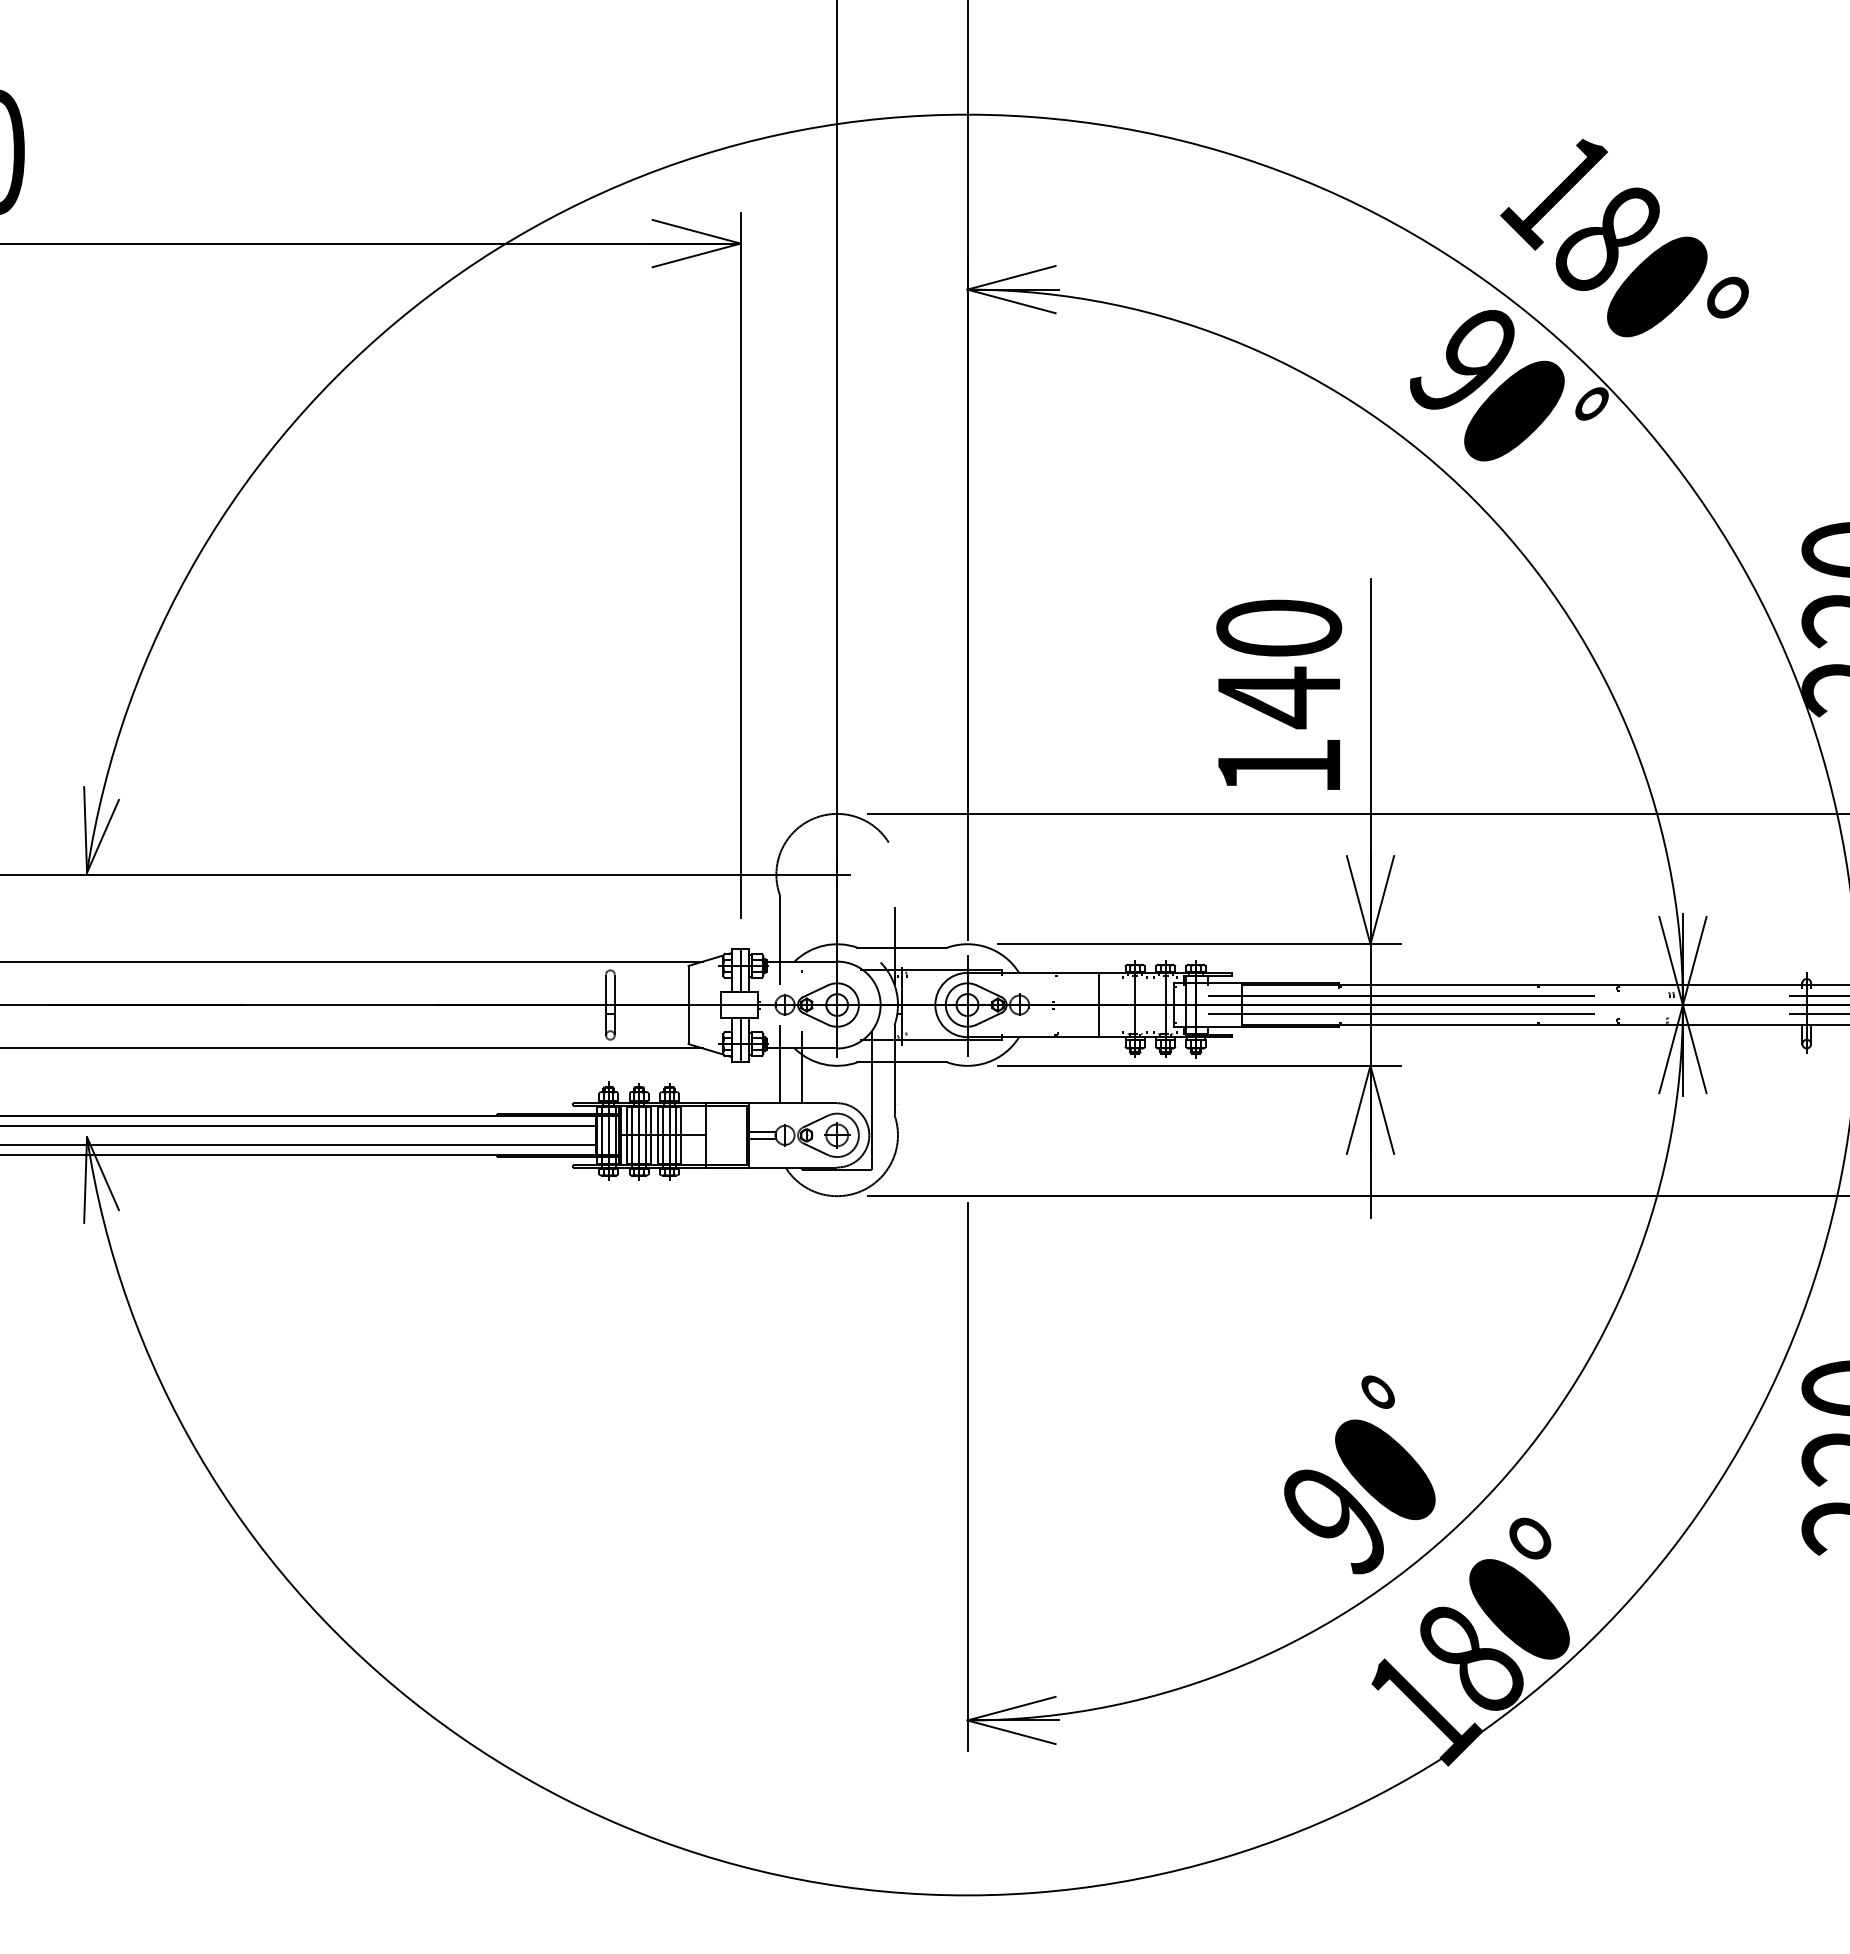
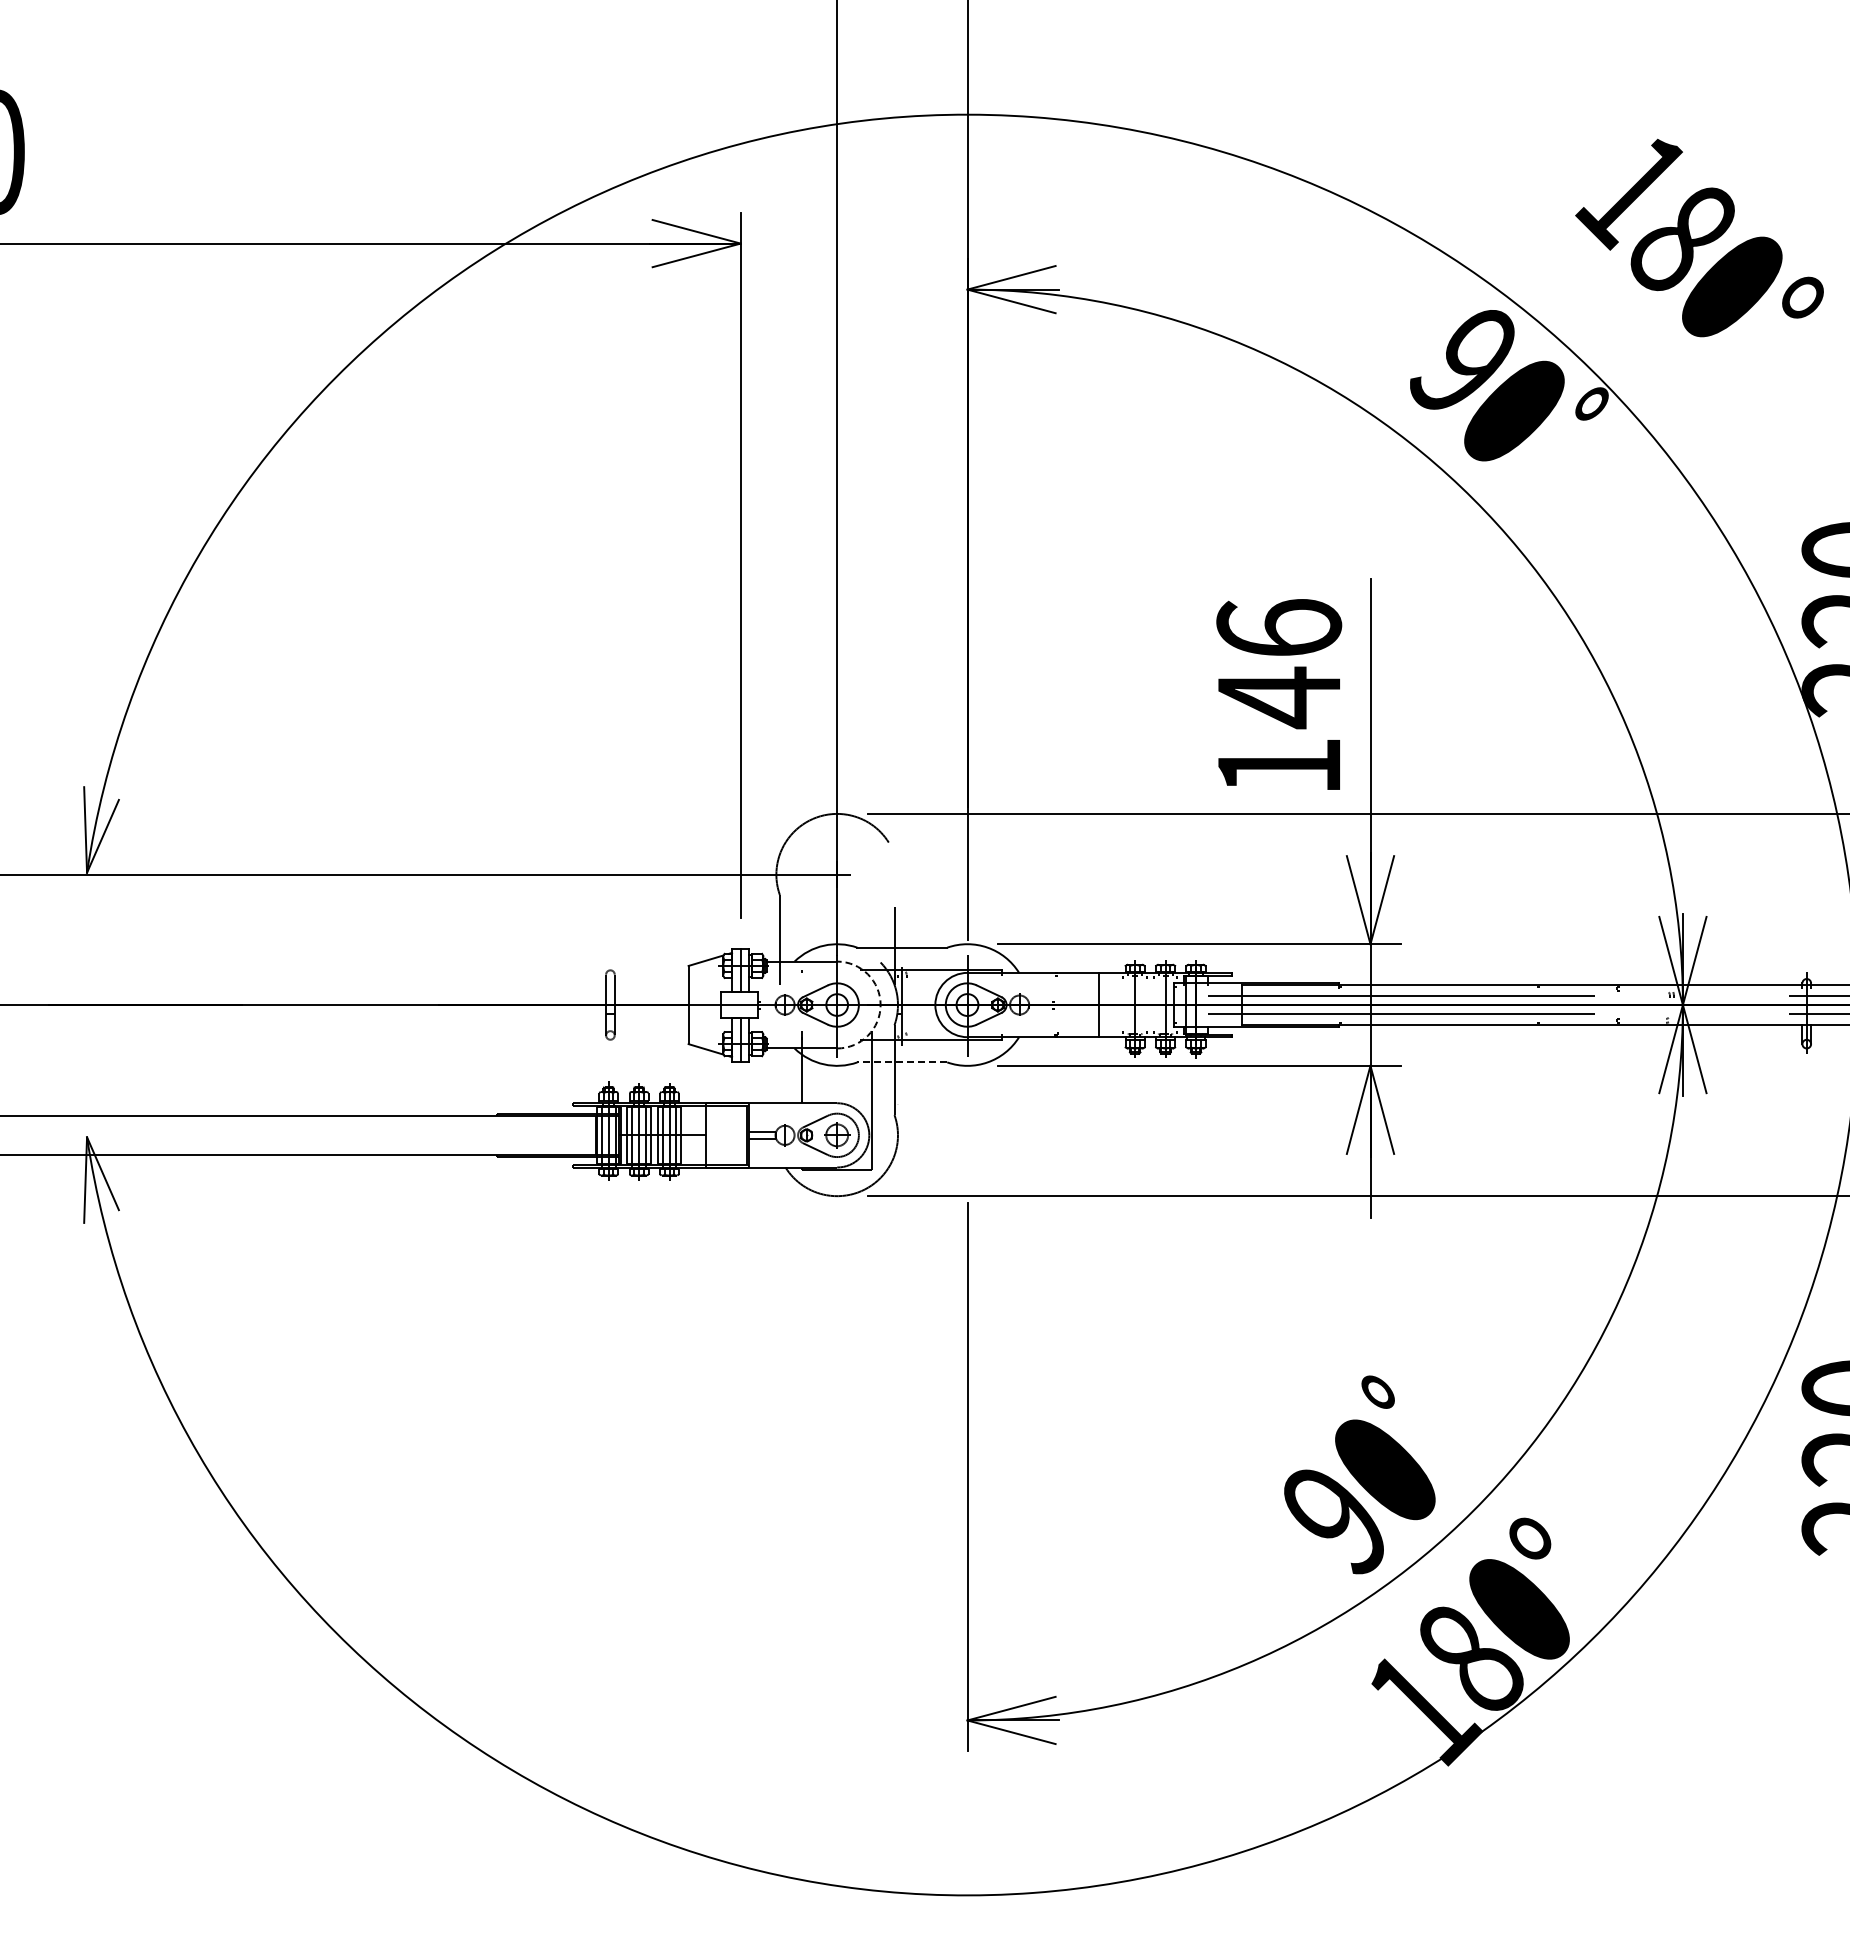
text at (1624, 237) position: (1624, 237) -> (1699, 237)
text at (1279, 627): 140 -> 146
line at (352, 961): present -> none
arc at (880, 1005): solid -> dashed
line at (352, 1048): present -> none
line at (902, 1062): solid -> dashed
line at (779, 1064): present -> none
line at (299, 1125): present -> none
line at (299, 1144): present -> none
